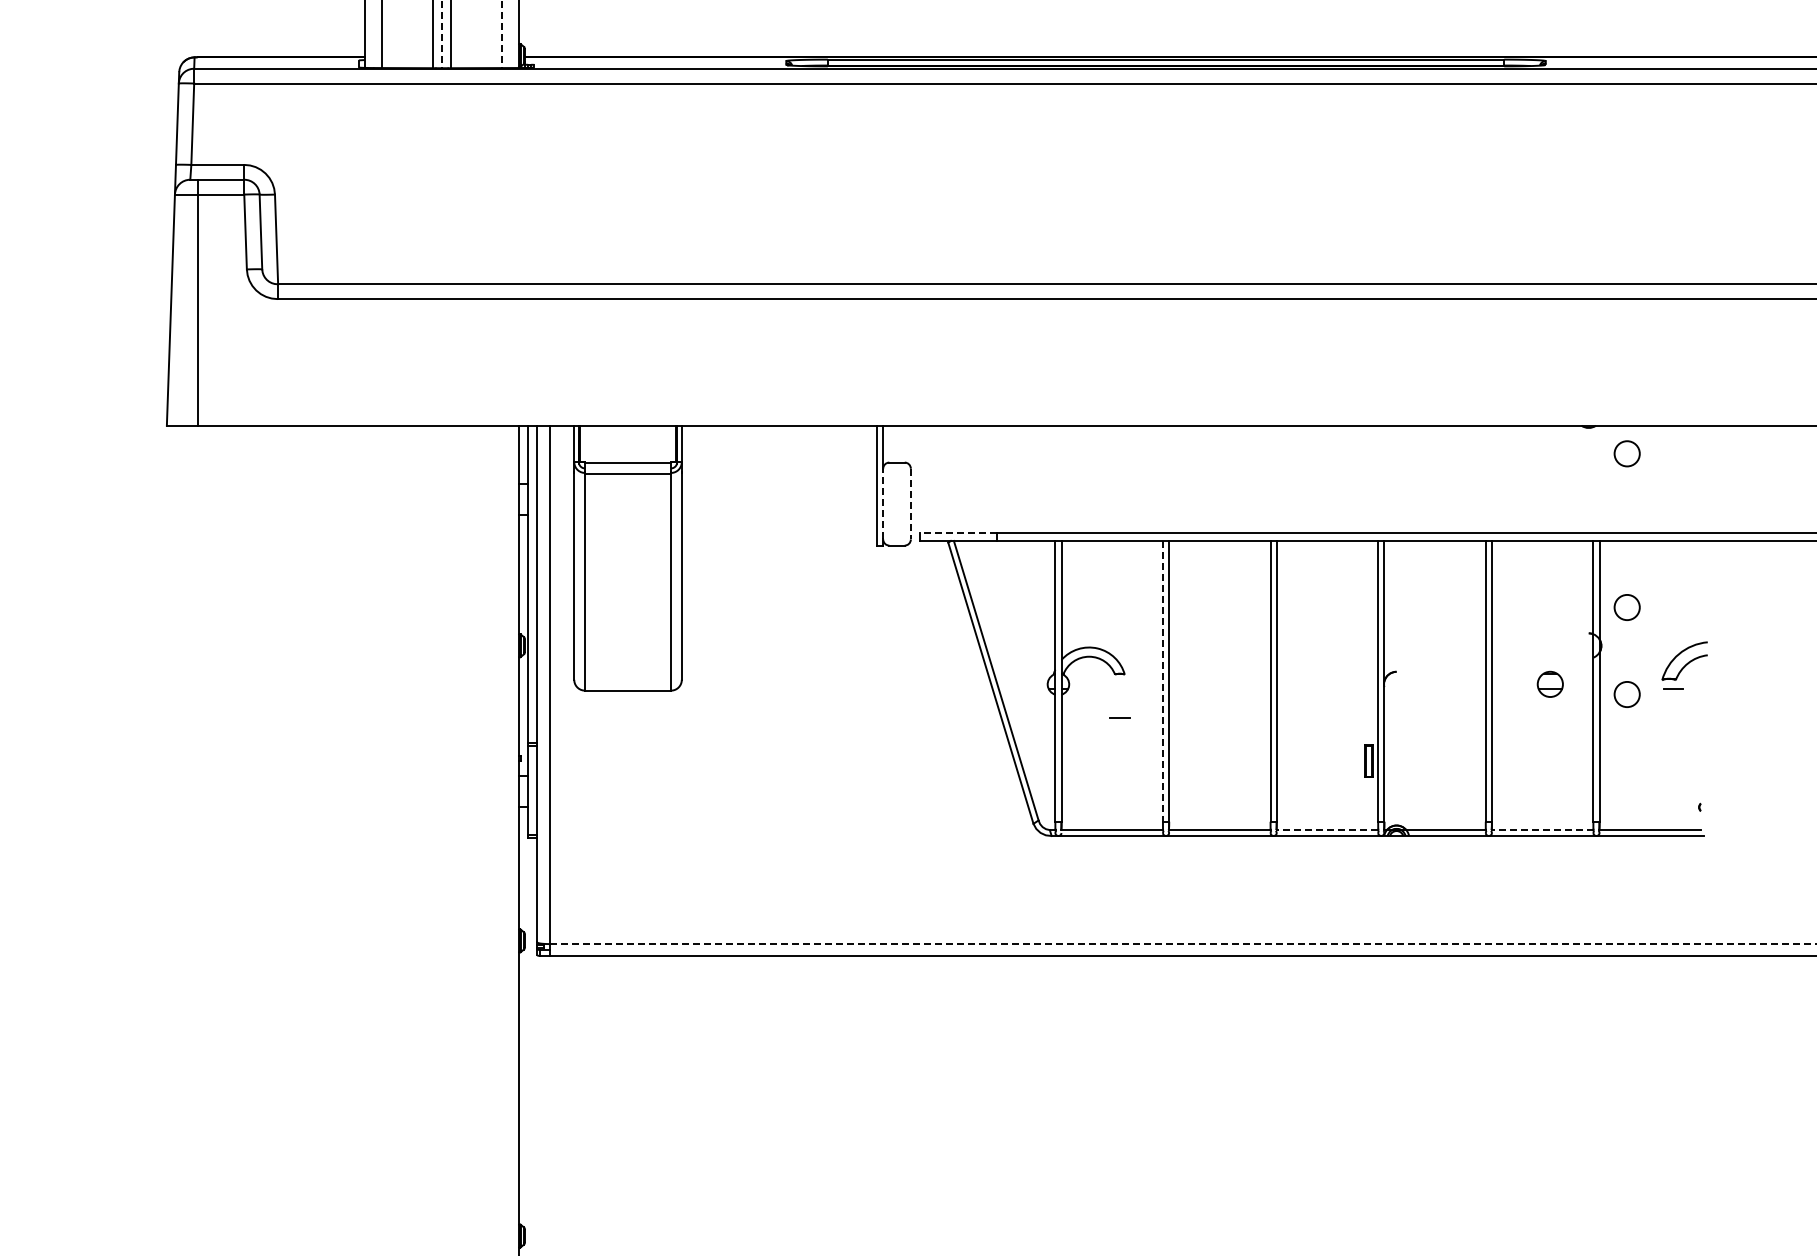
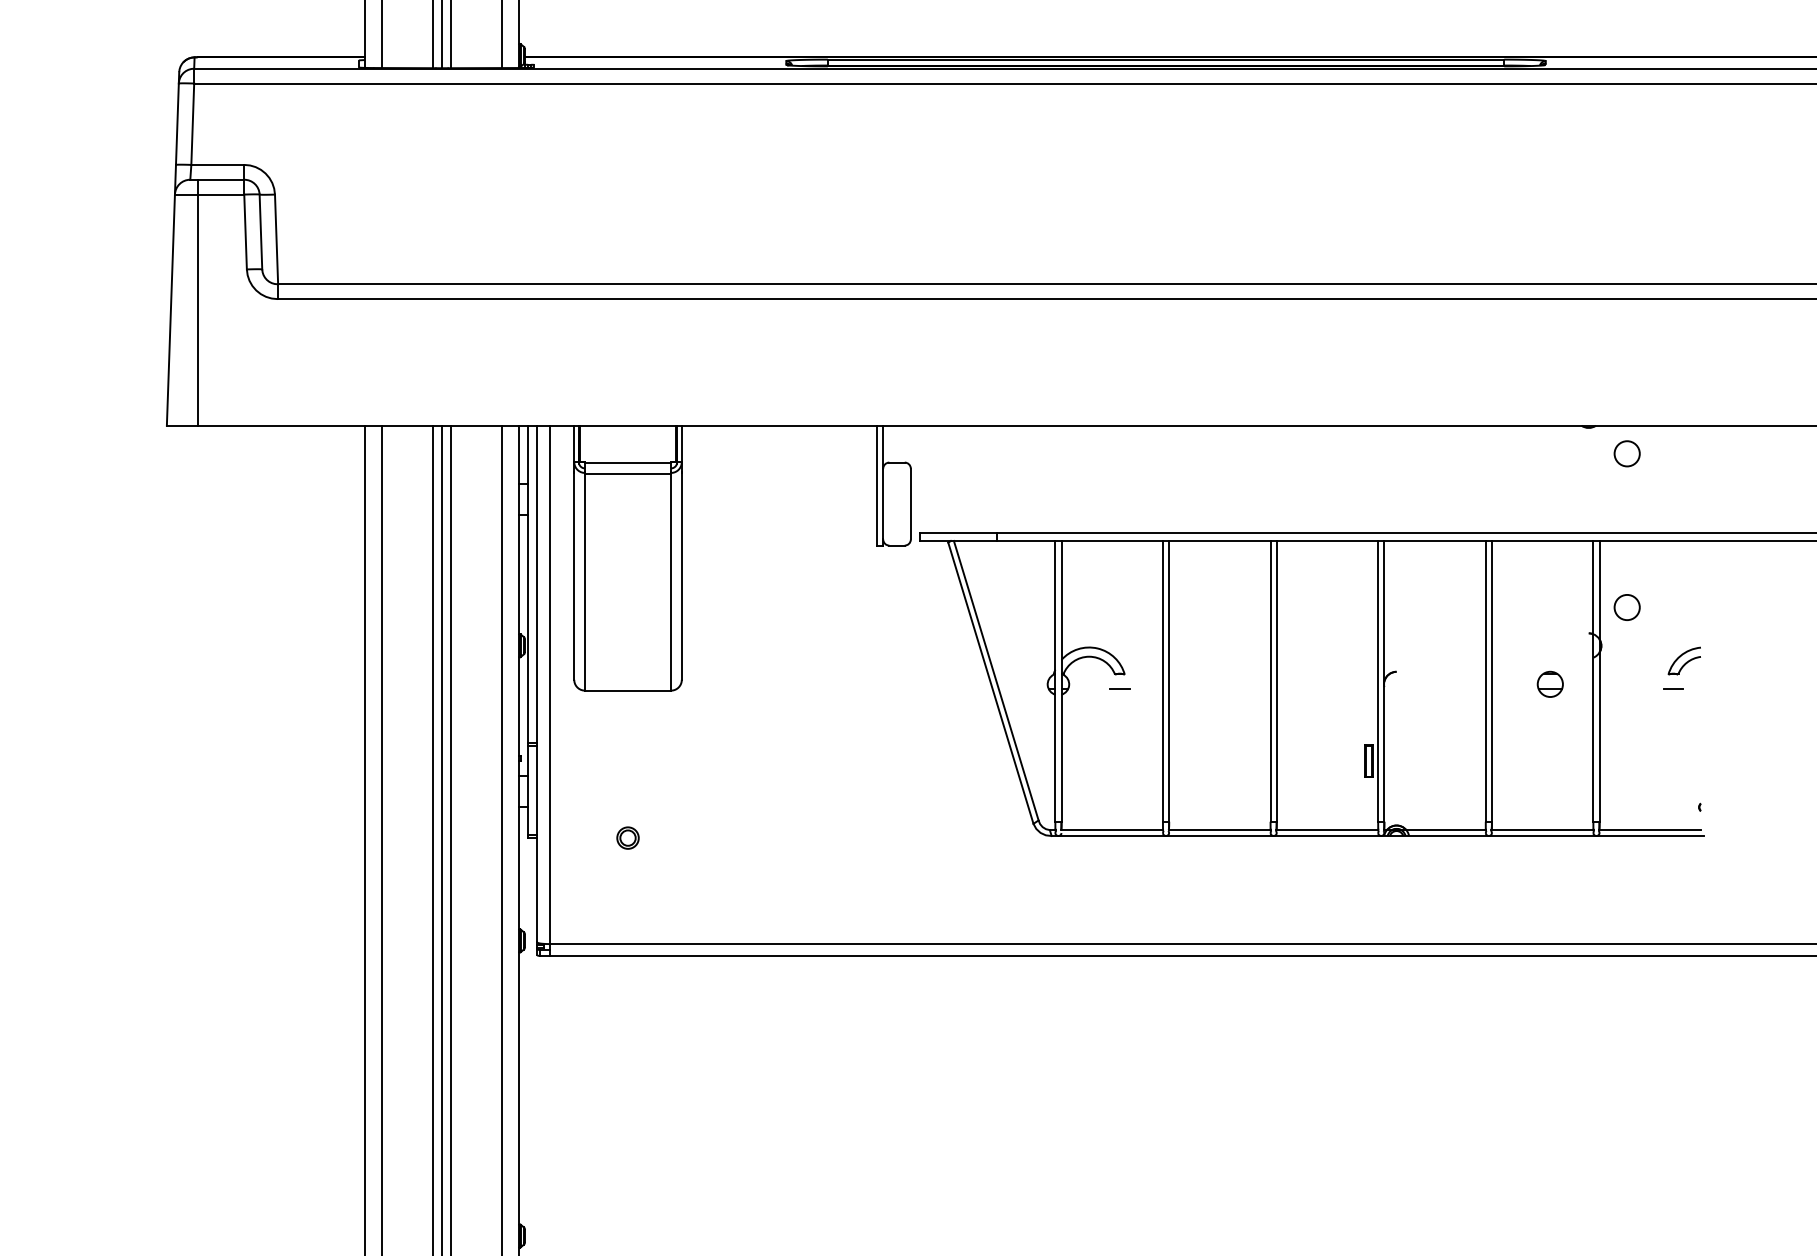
line at (442, 34): dashed -> solid
line at (501, 34): dashed -> solid
line at (883, 503): dashed -> solid
line at (910, 504): dashed -> solid
line at (958, 533): dashed -> solid
part at (1684, 660) size: 47x40 px -> 34x30 px
line at (1162, 681): dashed -> solid
circle at (1626, 694): present -> none
line at (1119, 717) position: (1119, 717) -> (1119, 688)
line at (1326, 830): dashed -> solid
line at (1541, 830): dashed -> solid
part at (627, 837): none -> present
line at (365, 838): none -> present
line at (382, 838): none -> present
line at (432, 838): none -> present
line at (442, 838): none -> present
line at (451, 838): none -> present
line at (501, 838): none -> present
line at (1183, 944): dashed -> solid
